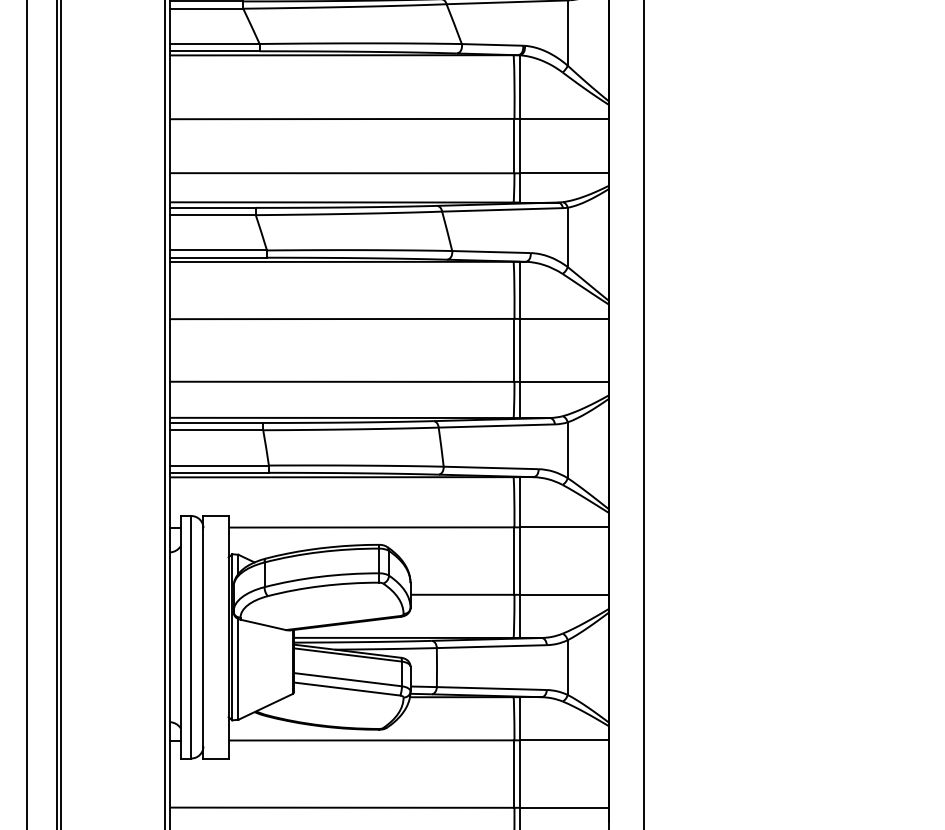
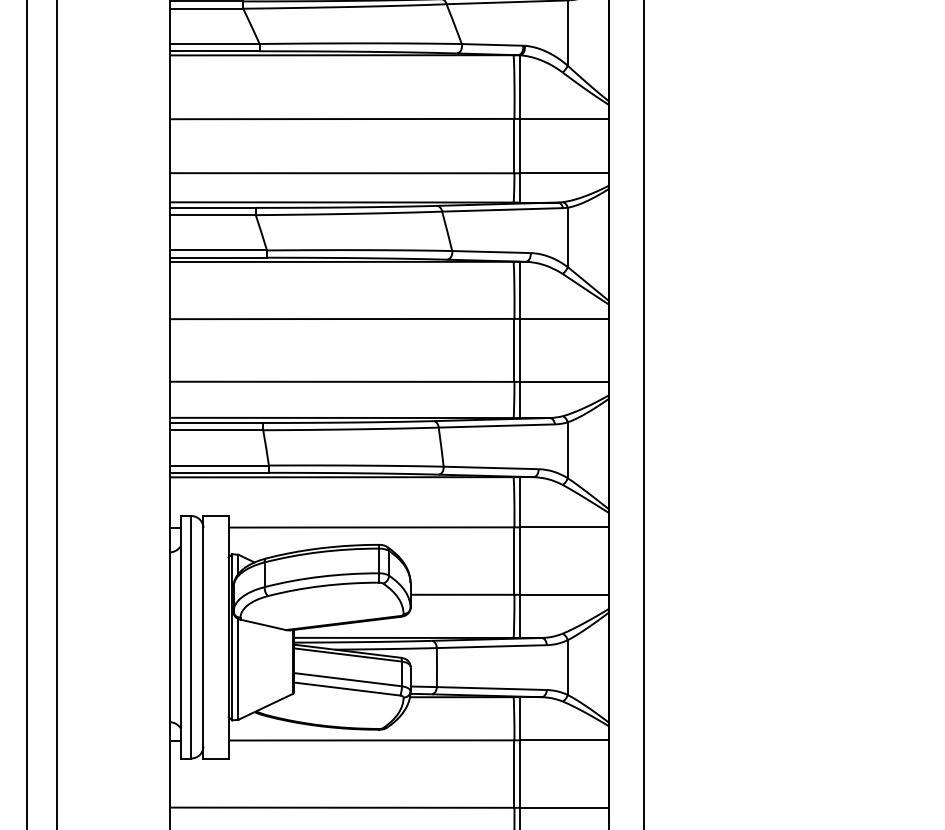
line at (60, 414): present -> none
line at (164, 414): present -> none
